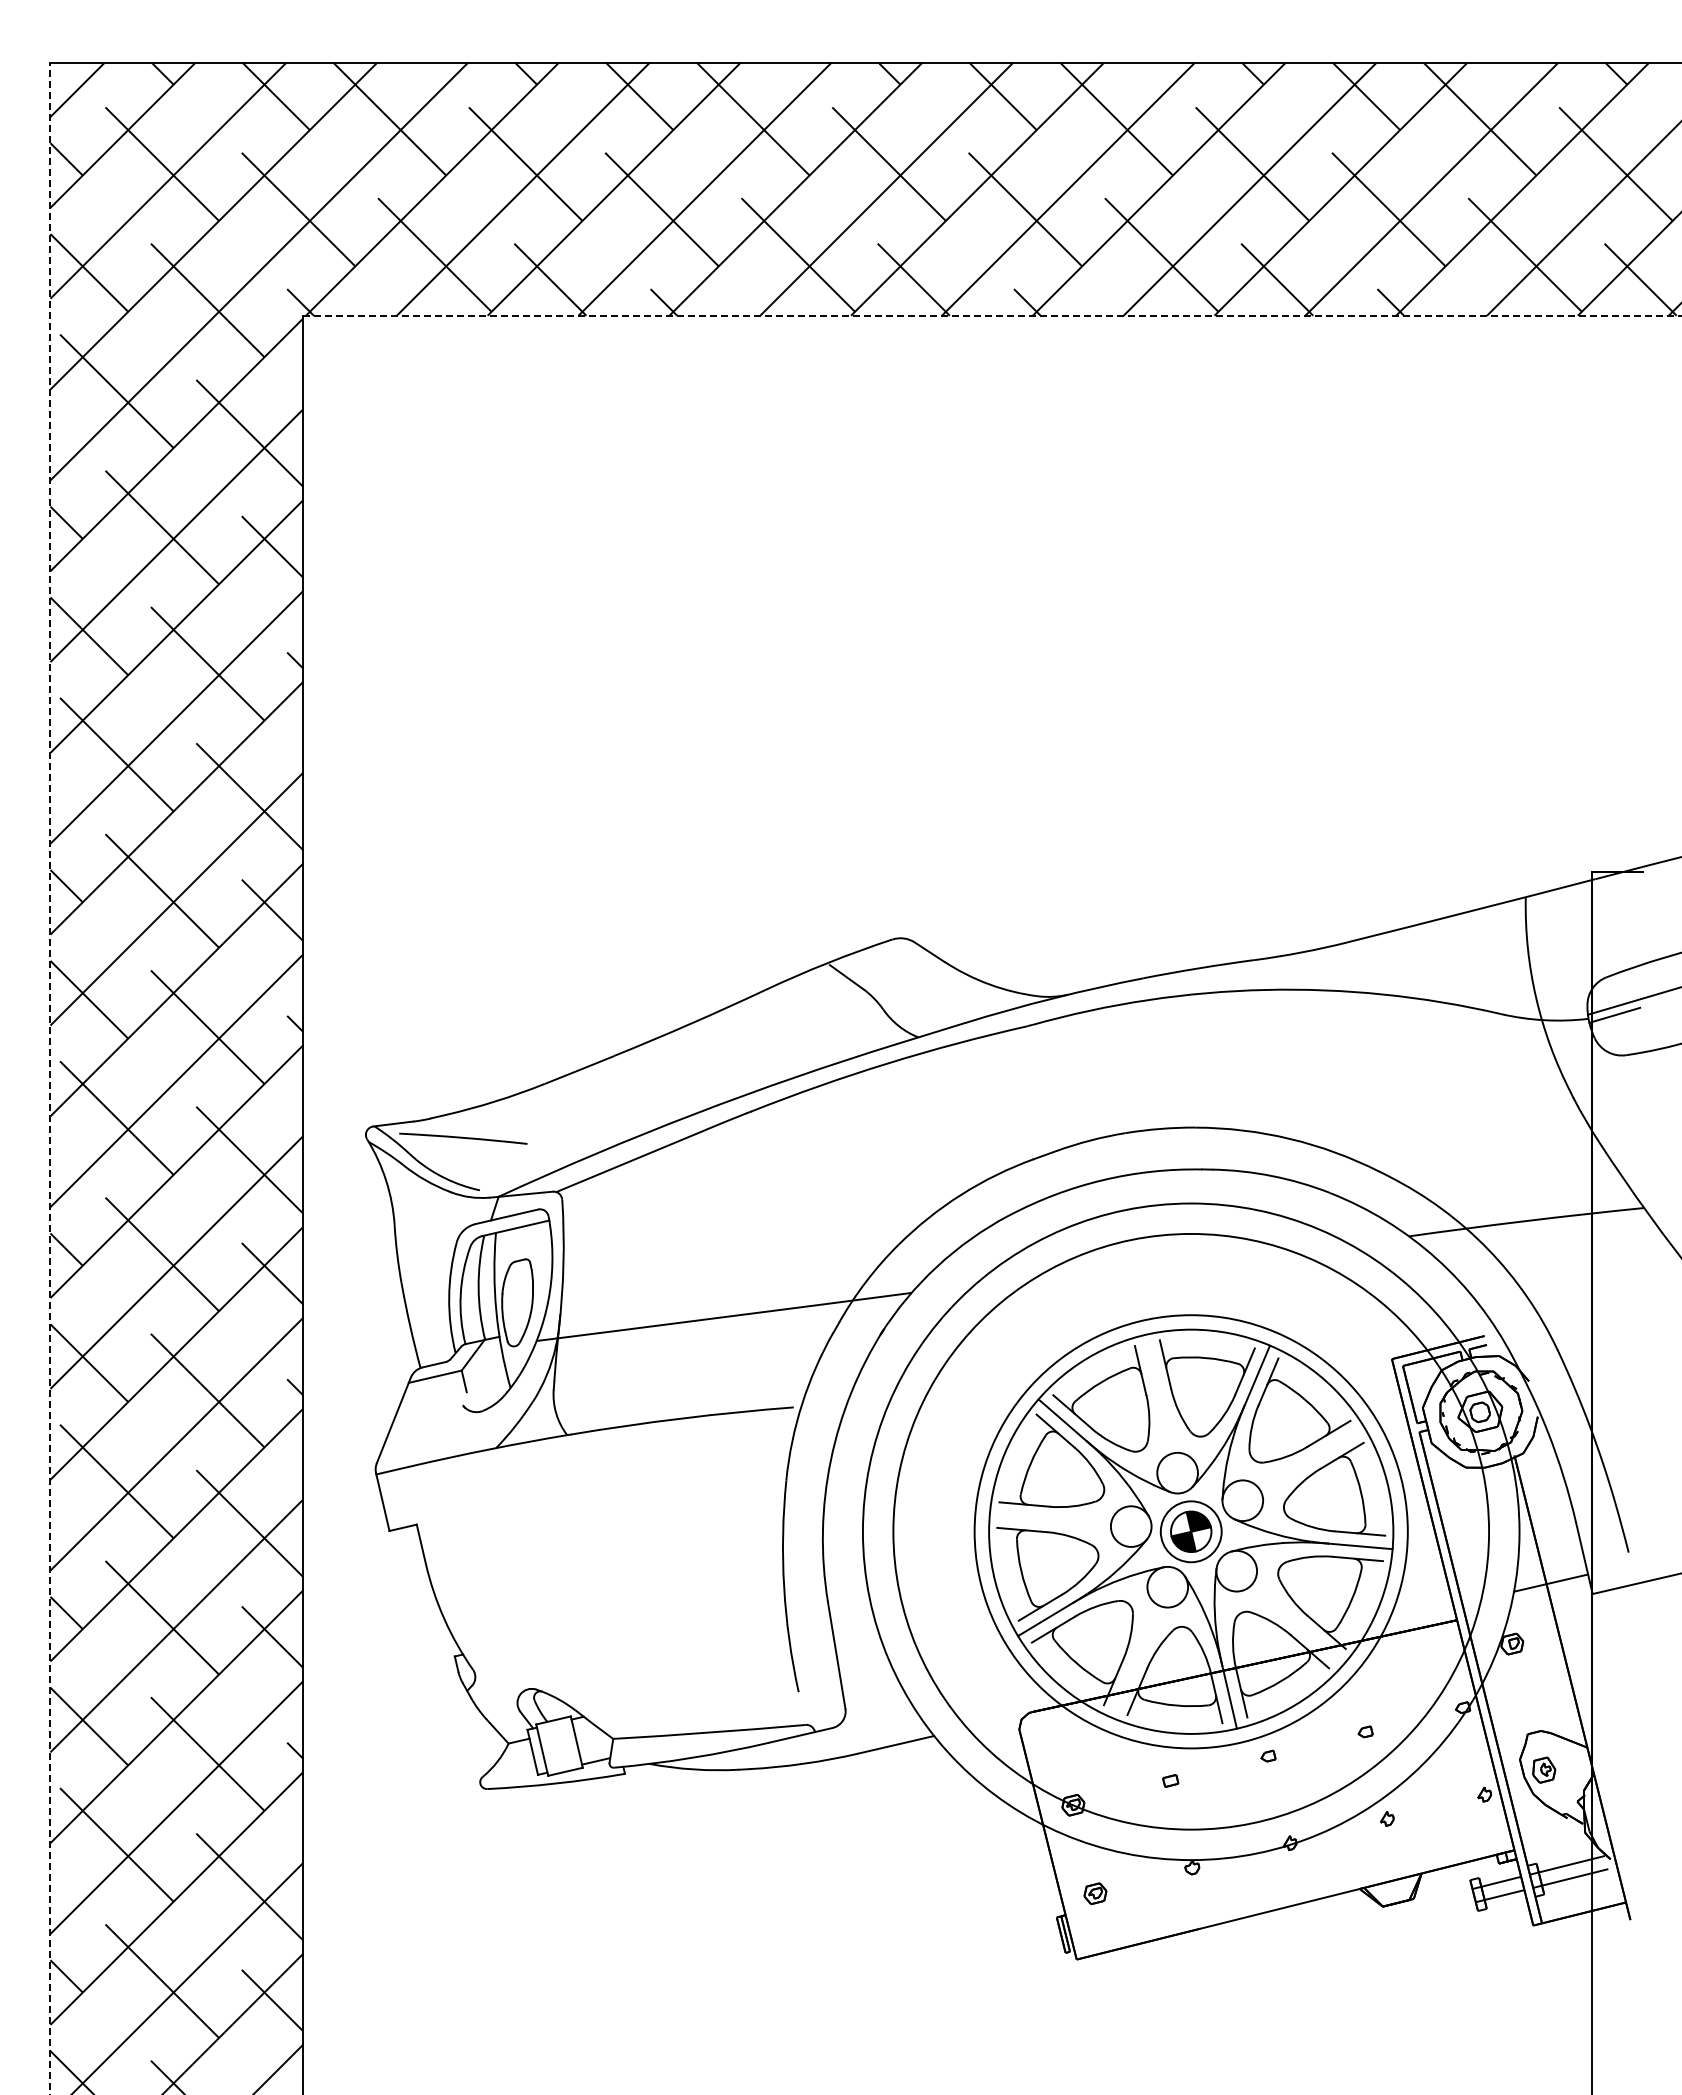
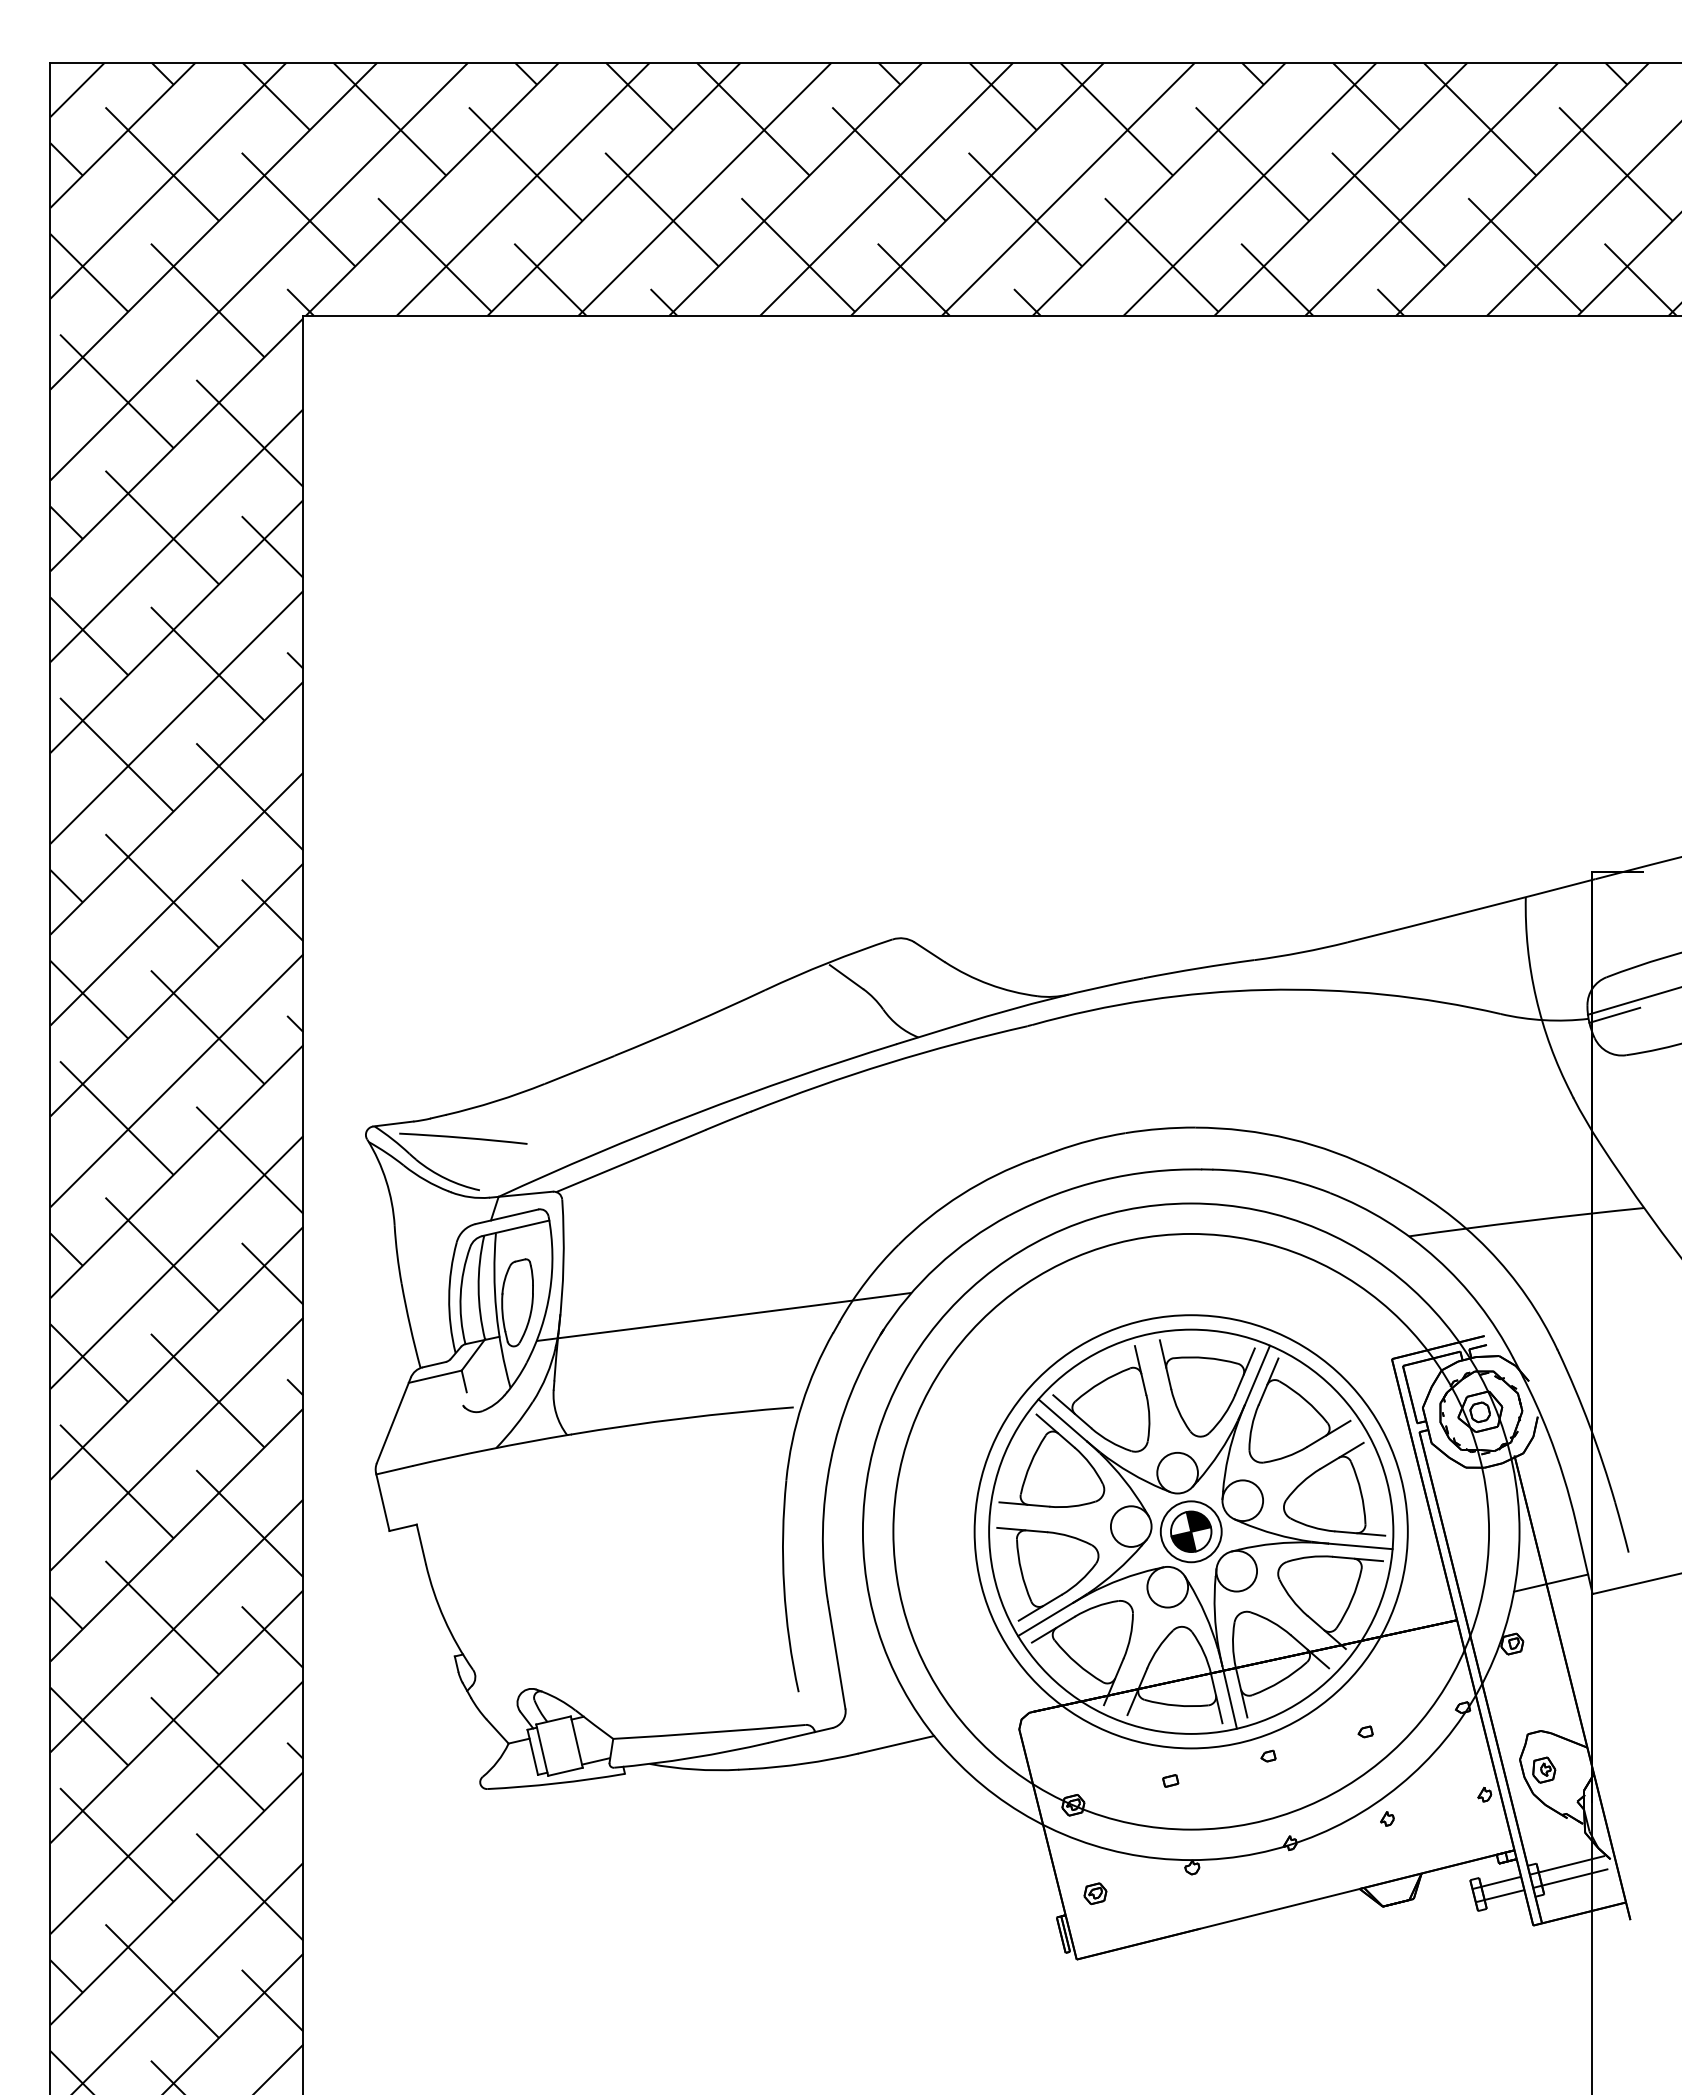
line at (992, 315): dashed -> solid
line at (50, 1078): dashed -> solid
